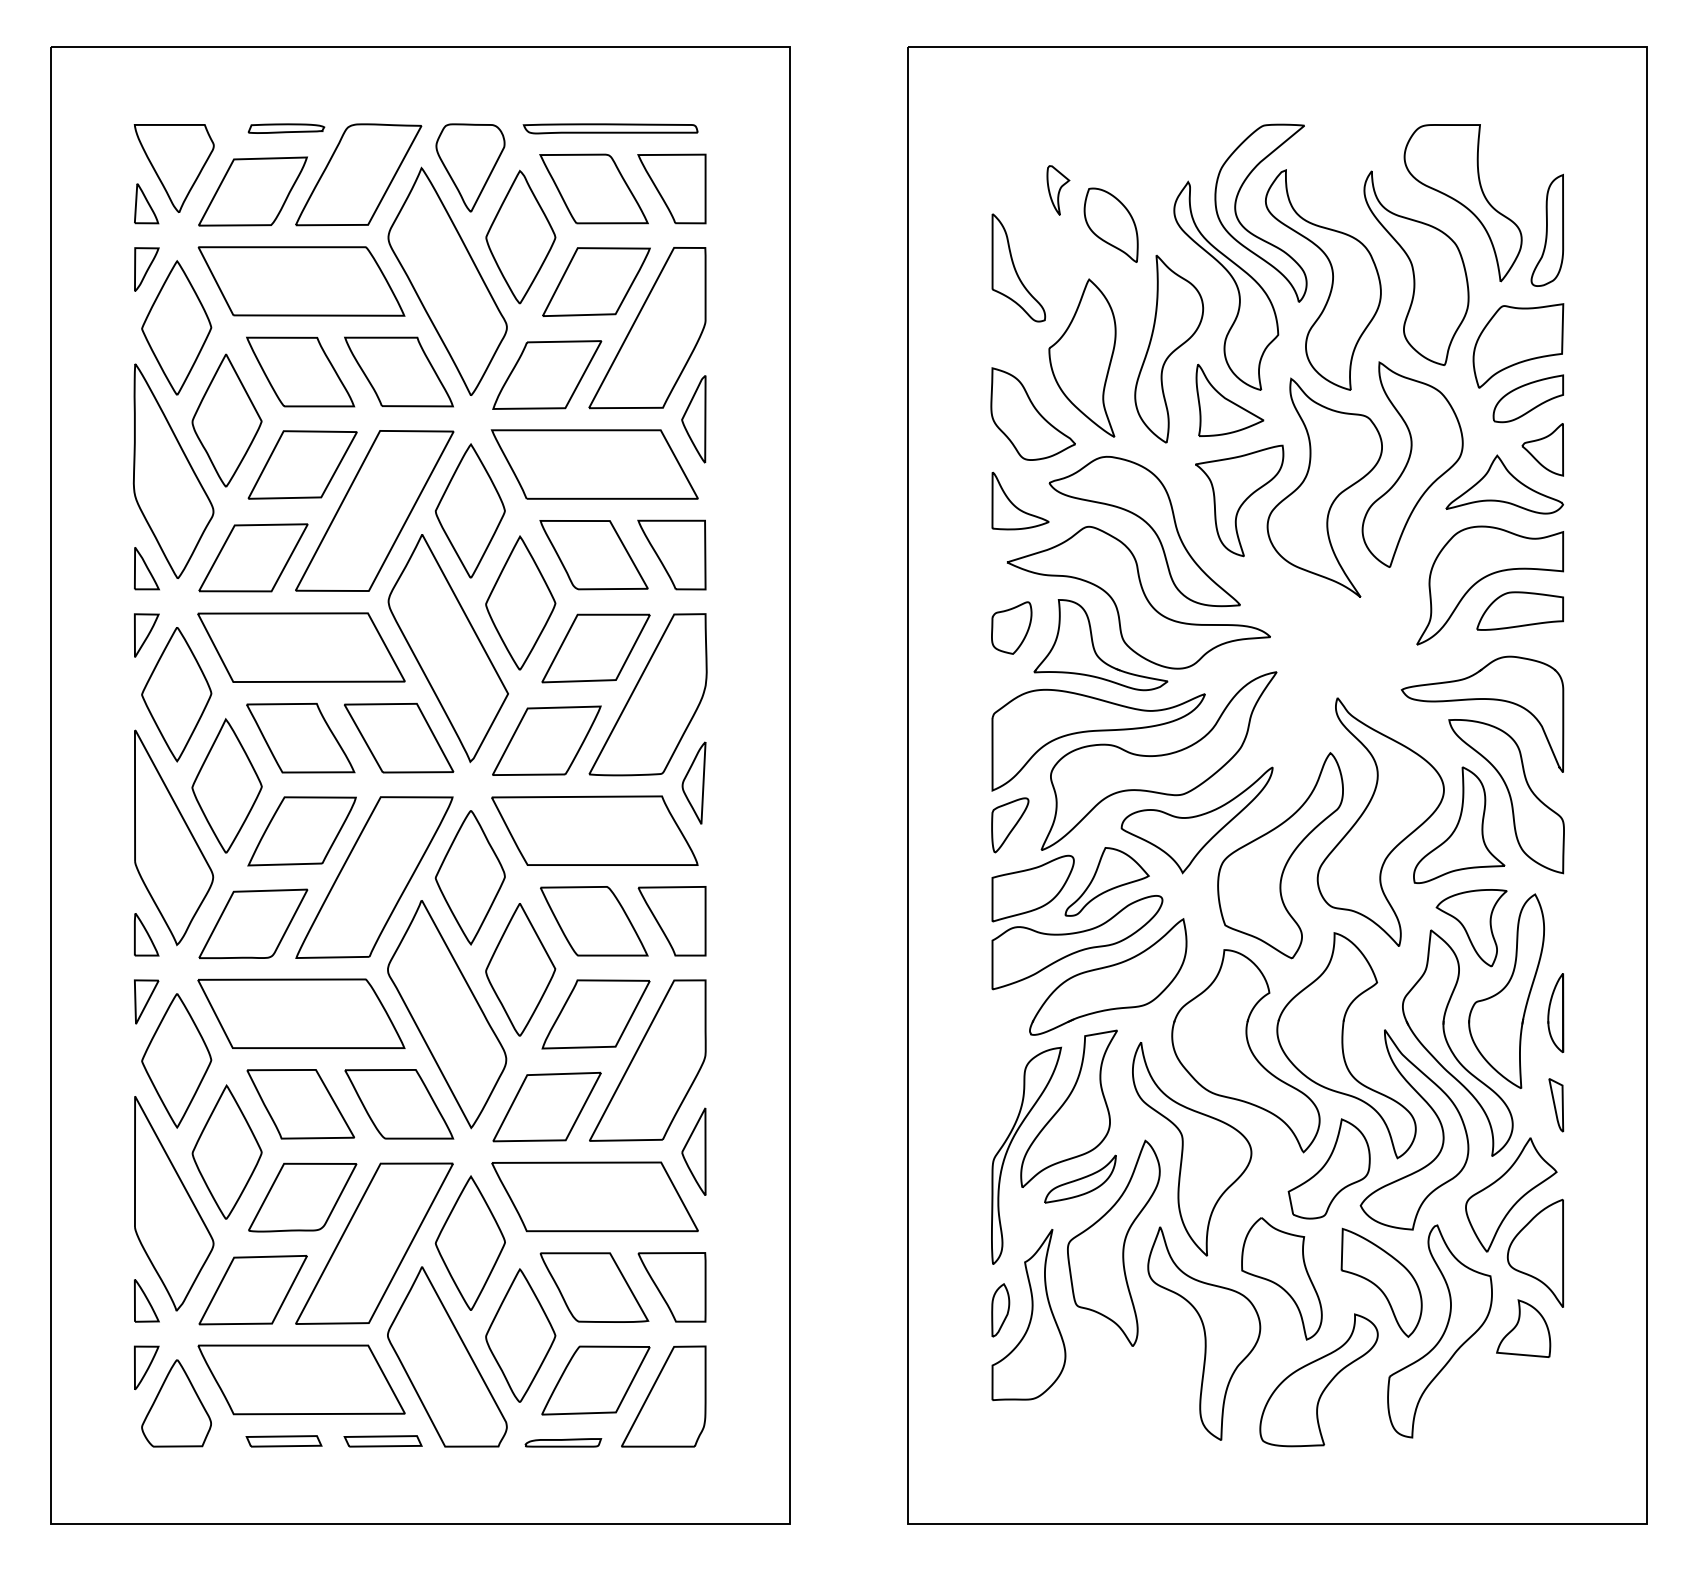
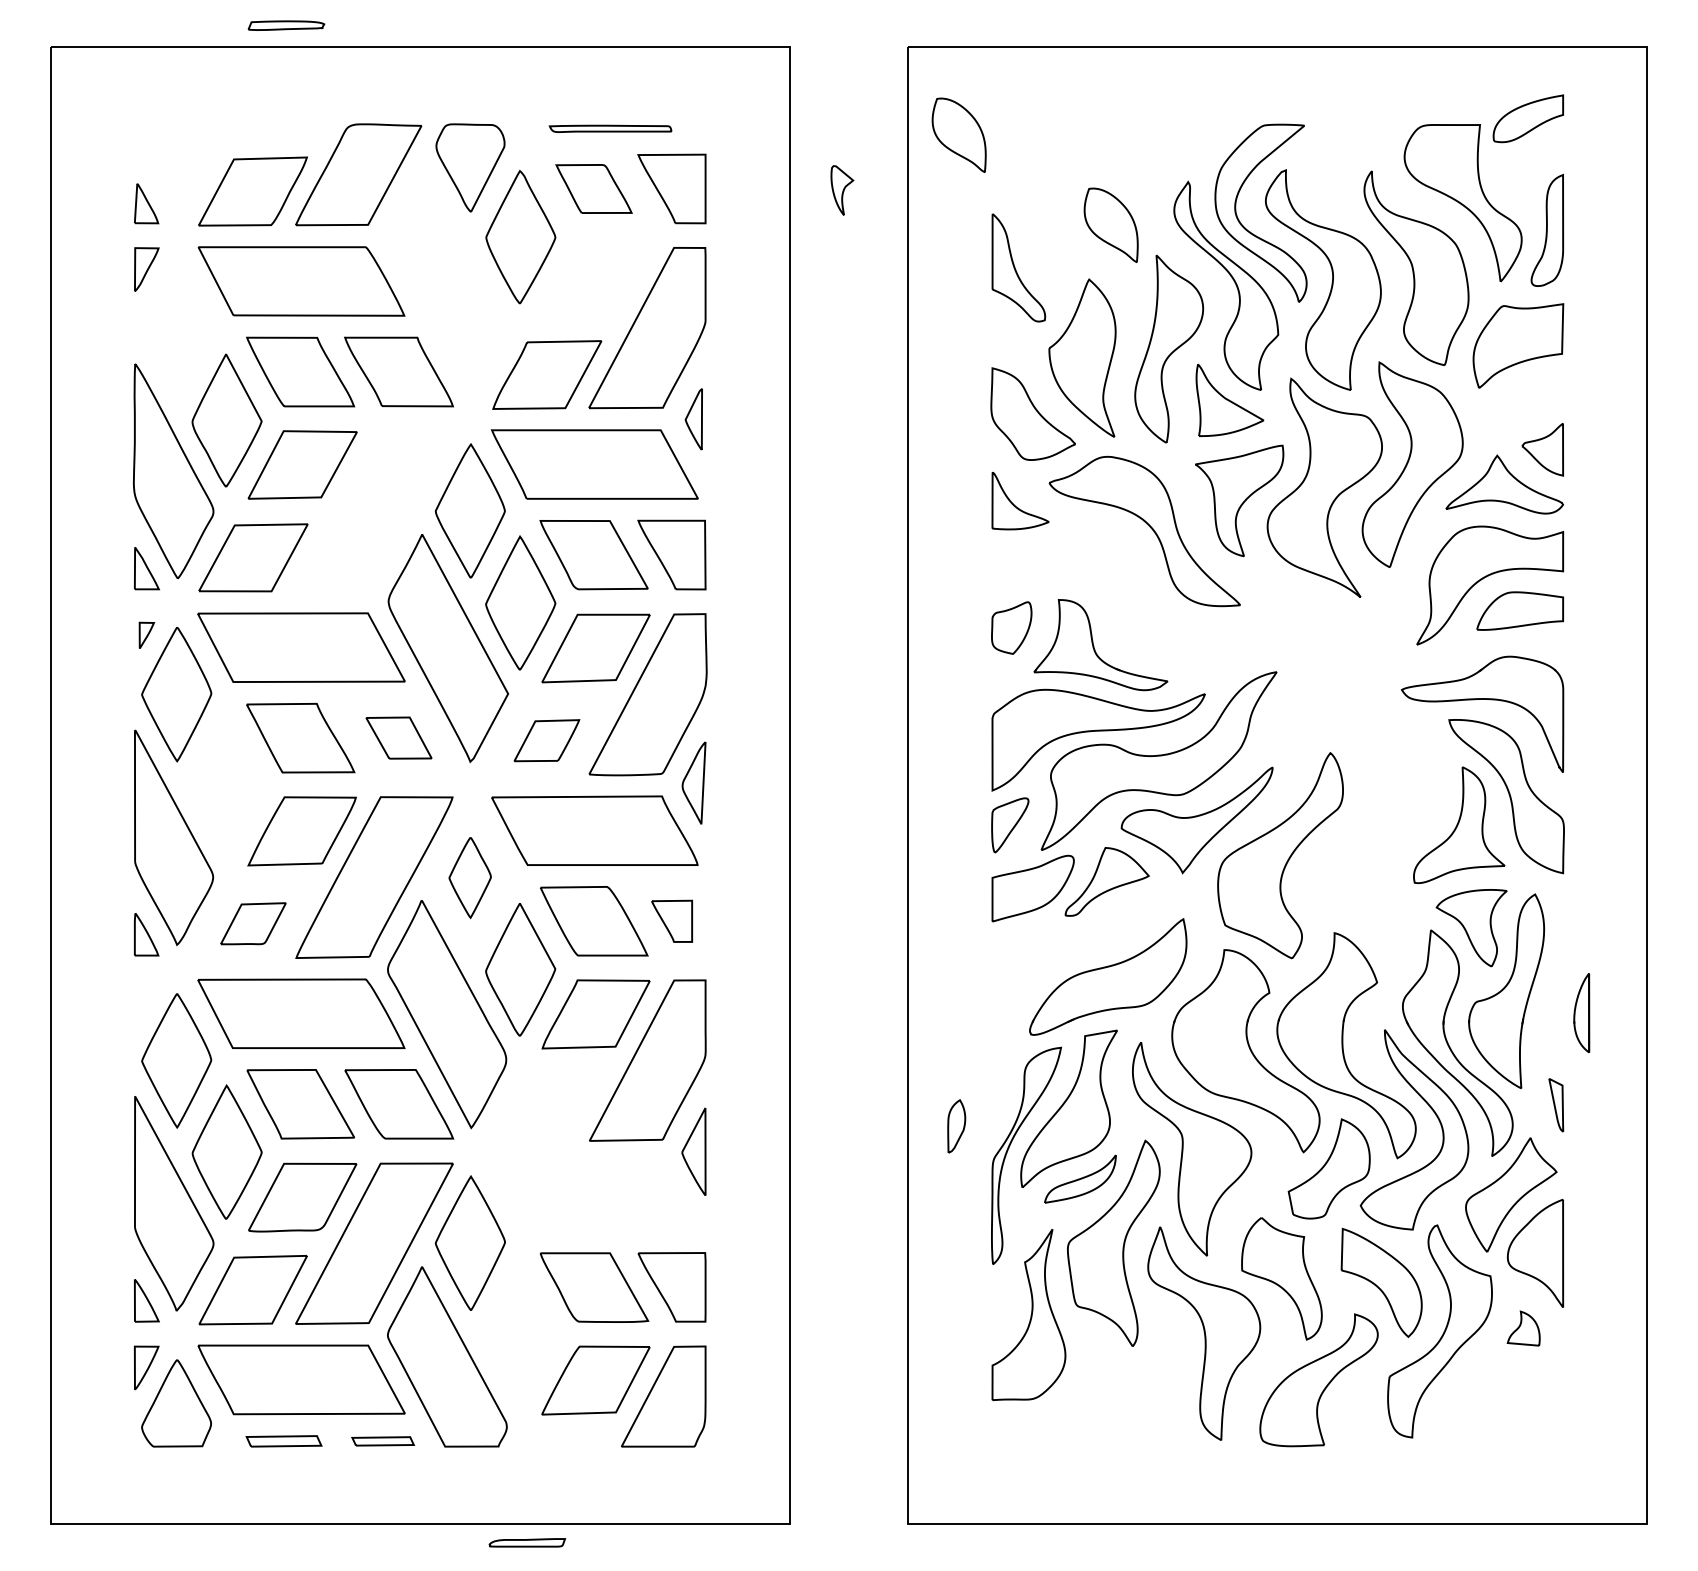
part at (286, 128) position: (286, 128) -> (286, 25)
part at (610, 128) size: 177x12 px -> 125x9 px
part at (958, 134): none -> present
part at (173, 168): present -> none
part at (593, 188) size: 110x72 px -> 78x50 px
part at (1058, 190) position: (1058, 190) -> (842, 190)
part at (447, 280): present -> none
part at (596, 281): present -> none
part at (176, 327): present -> none
part at (1527, 398) position: (1527, 398) -> (1527, 118)
part at (693, 419) size: 26x89 px -> 19x63 px
part at (374, 510): present -> none
part at (1138, 597): present -> none
part at (146, 635) size: 26x45 px -> 18x28 px
part at (398, 737) size: 112x72 px -> 68x44 px
part at (546, 740) size: 110x71 px -> 68x44 px
part at (226, 785): present -> none
part at (1380, 821): present -> none
part at (469, 877) size: 72x136 px -> 44x83 px
part at (671, 921) size: 70x71 px -> 42x44 px
part at (253, 923) size: 111x71 px -> 67x44 px
part at (1077, 942): present -> none
part at (146, 1001): present -> none
part at (1555, 1013) position: (1555, 1013) -> (1581, 1013)
part at (546, 1106): present -> none
part at (594, 1196): present -> none
part at (1000, 1310) position: (1000, 1310) -> (956, 1126)
part at (1523, 1328) size: 56x59 px -> 35x37 px
part at (520, 1335): present -> none
part at (382, 1441) size: 80x13 px -> 65x11 px
part at (563, 1442) position: (563, 1442) -> (527, 1542)
